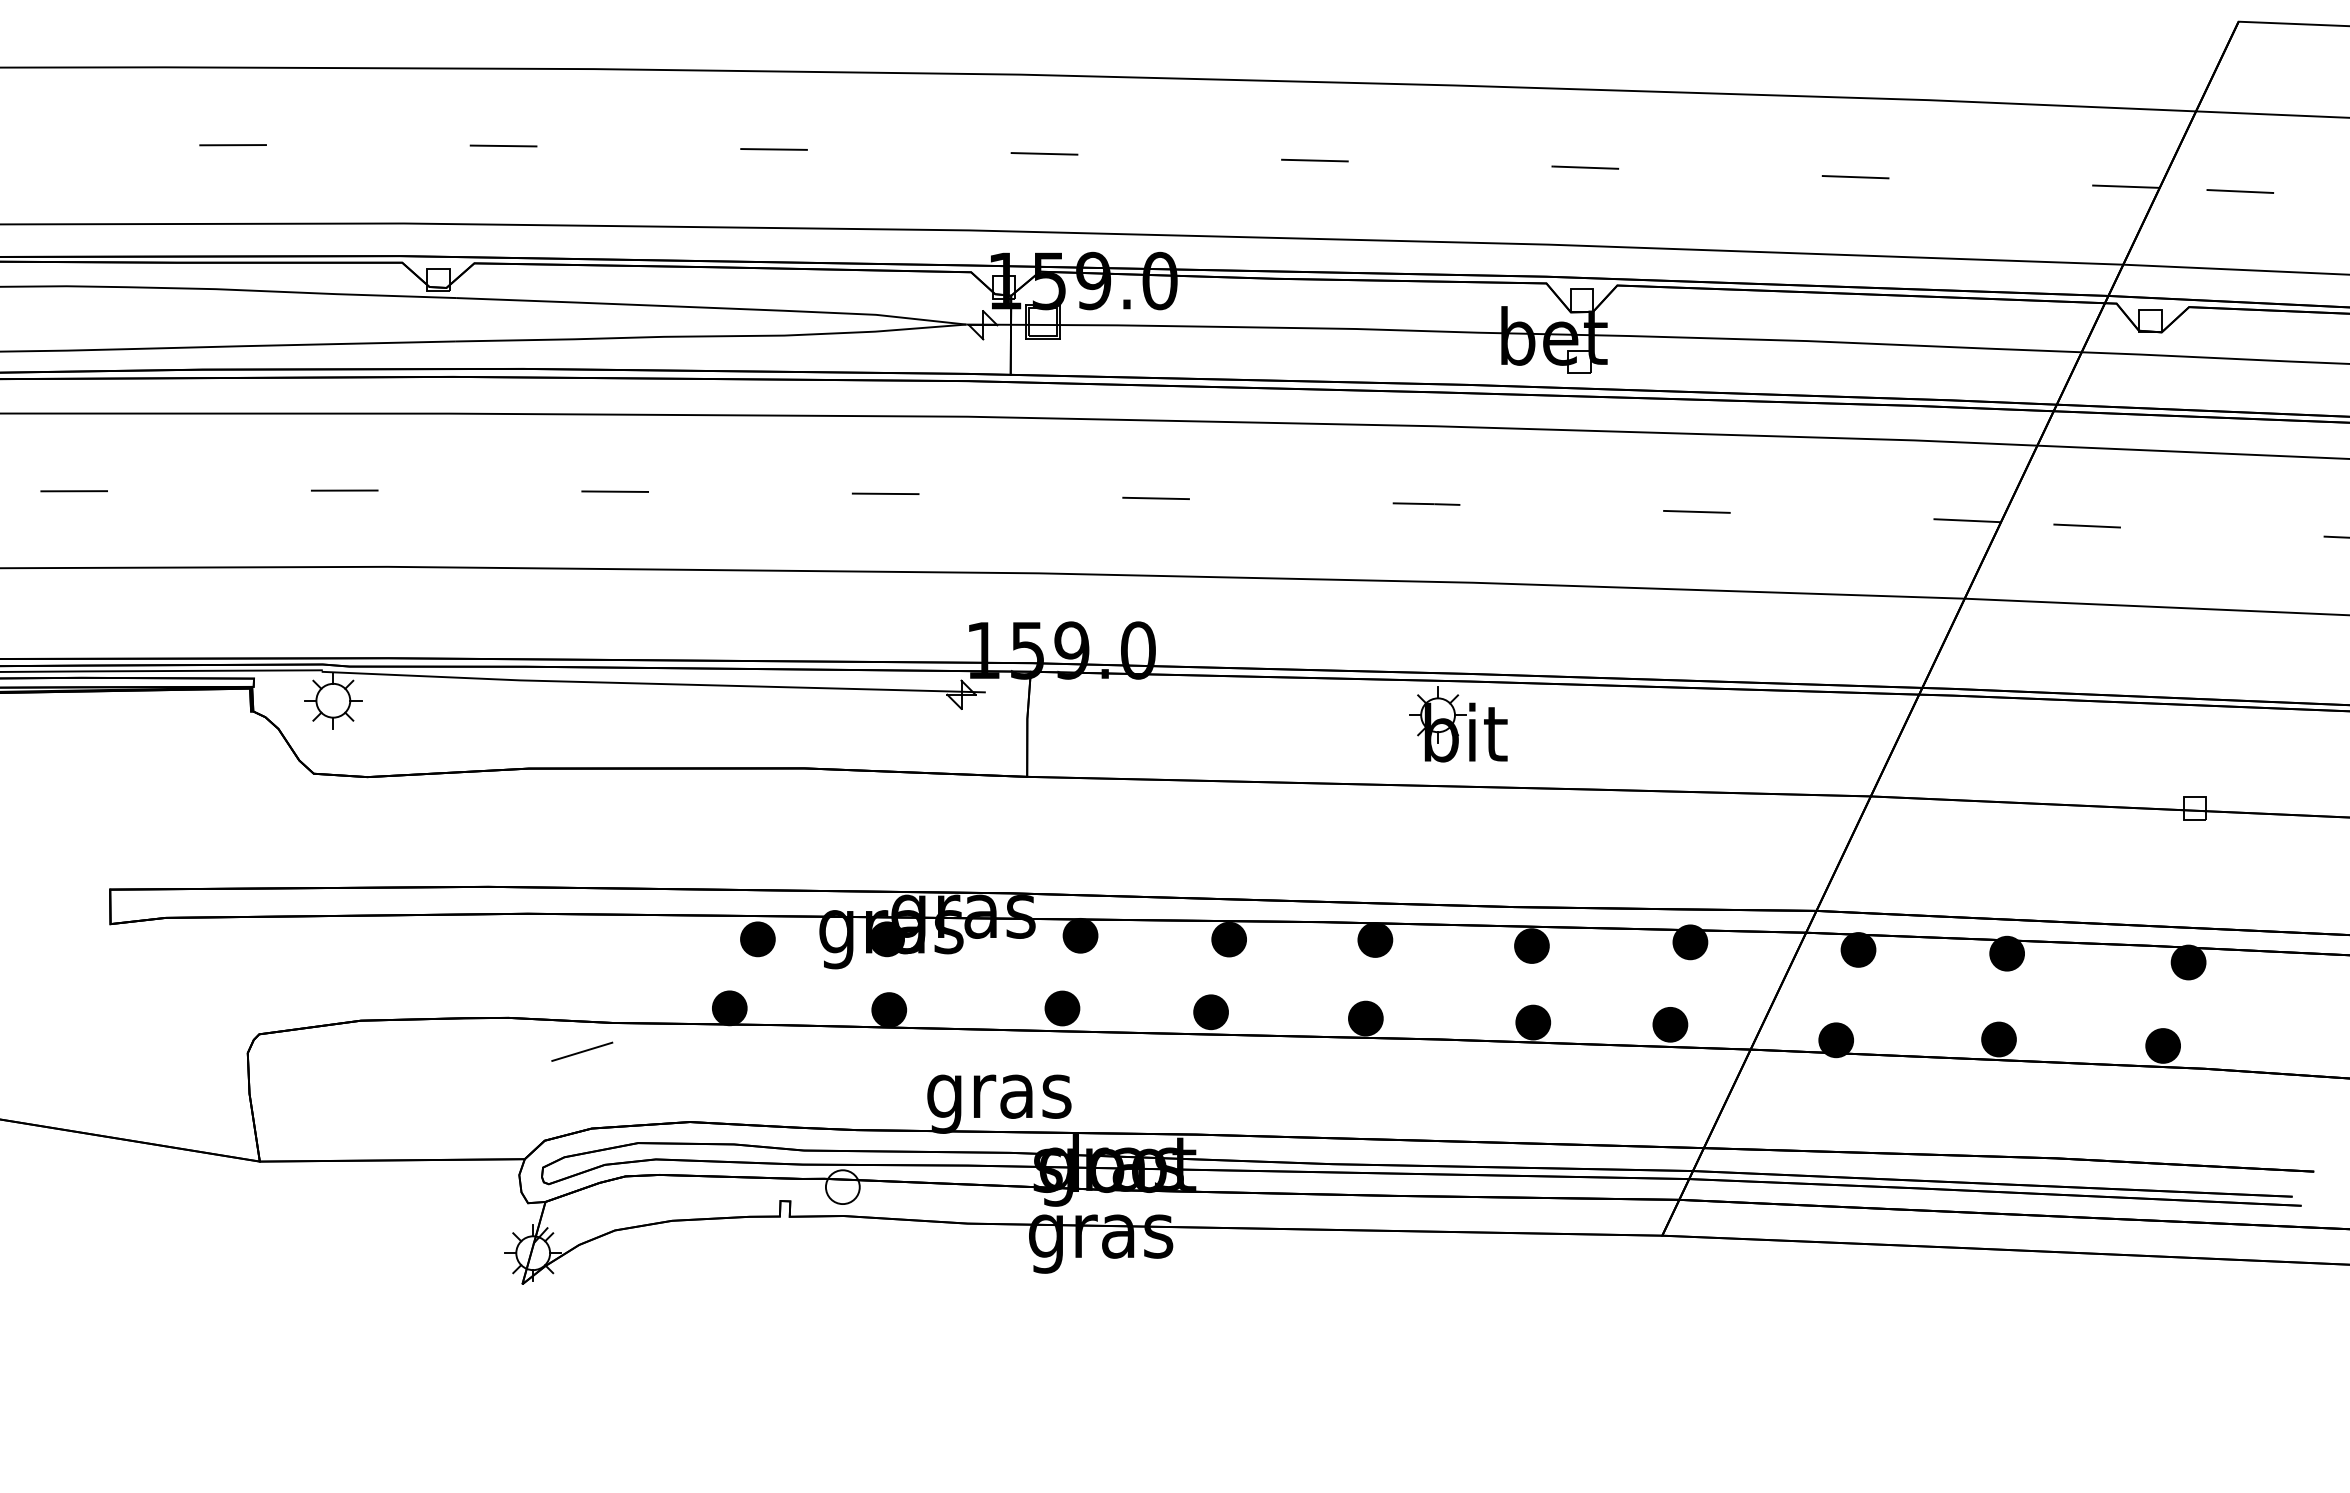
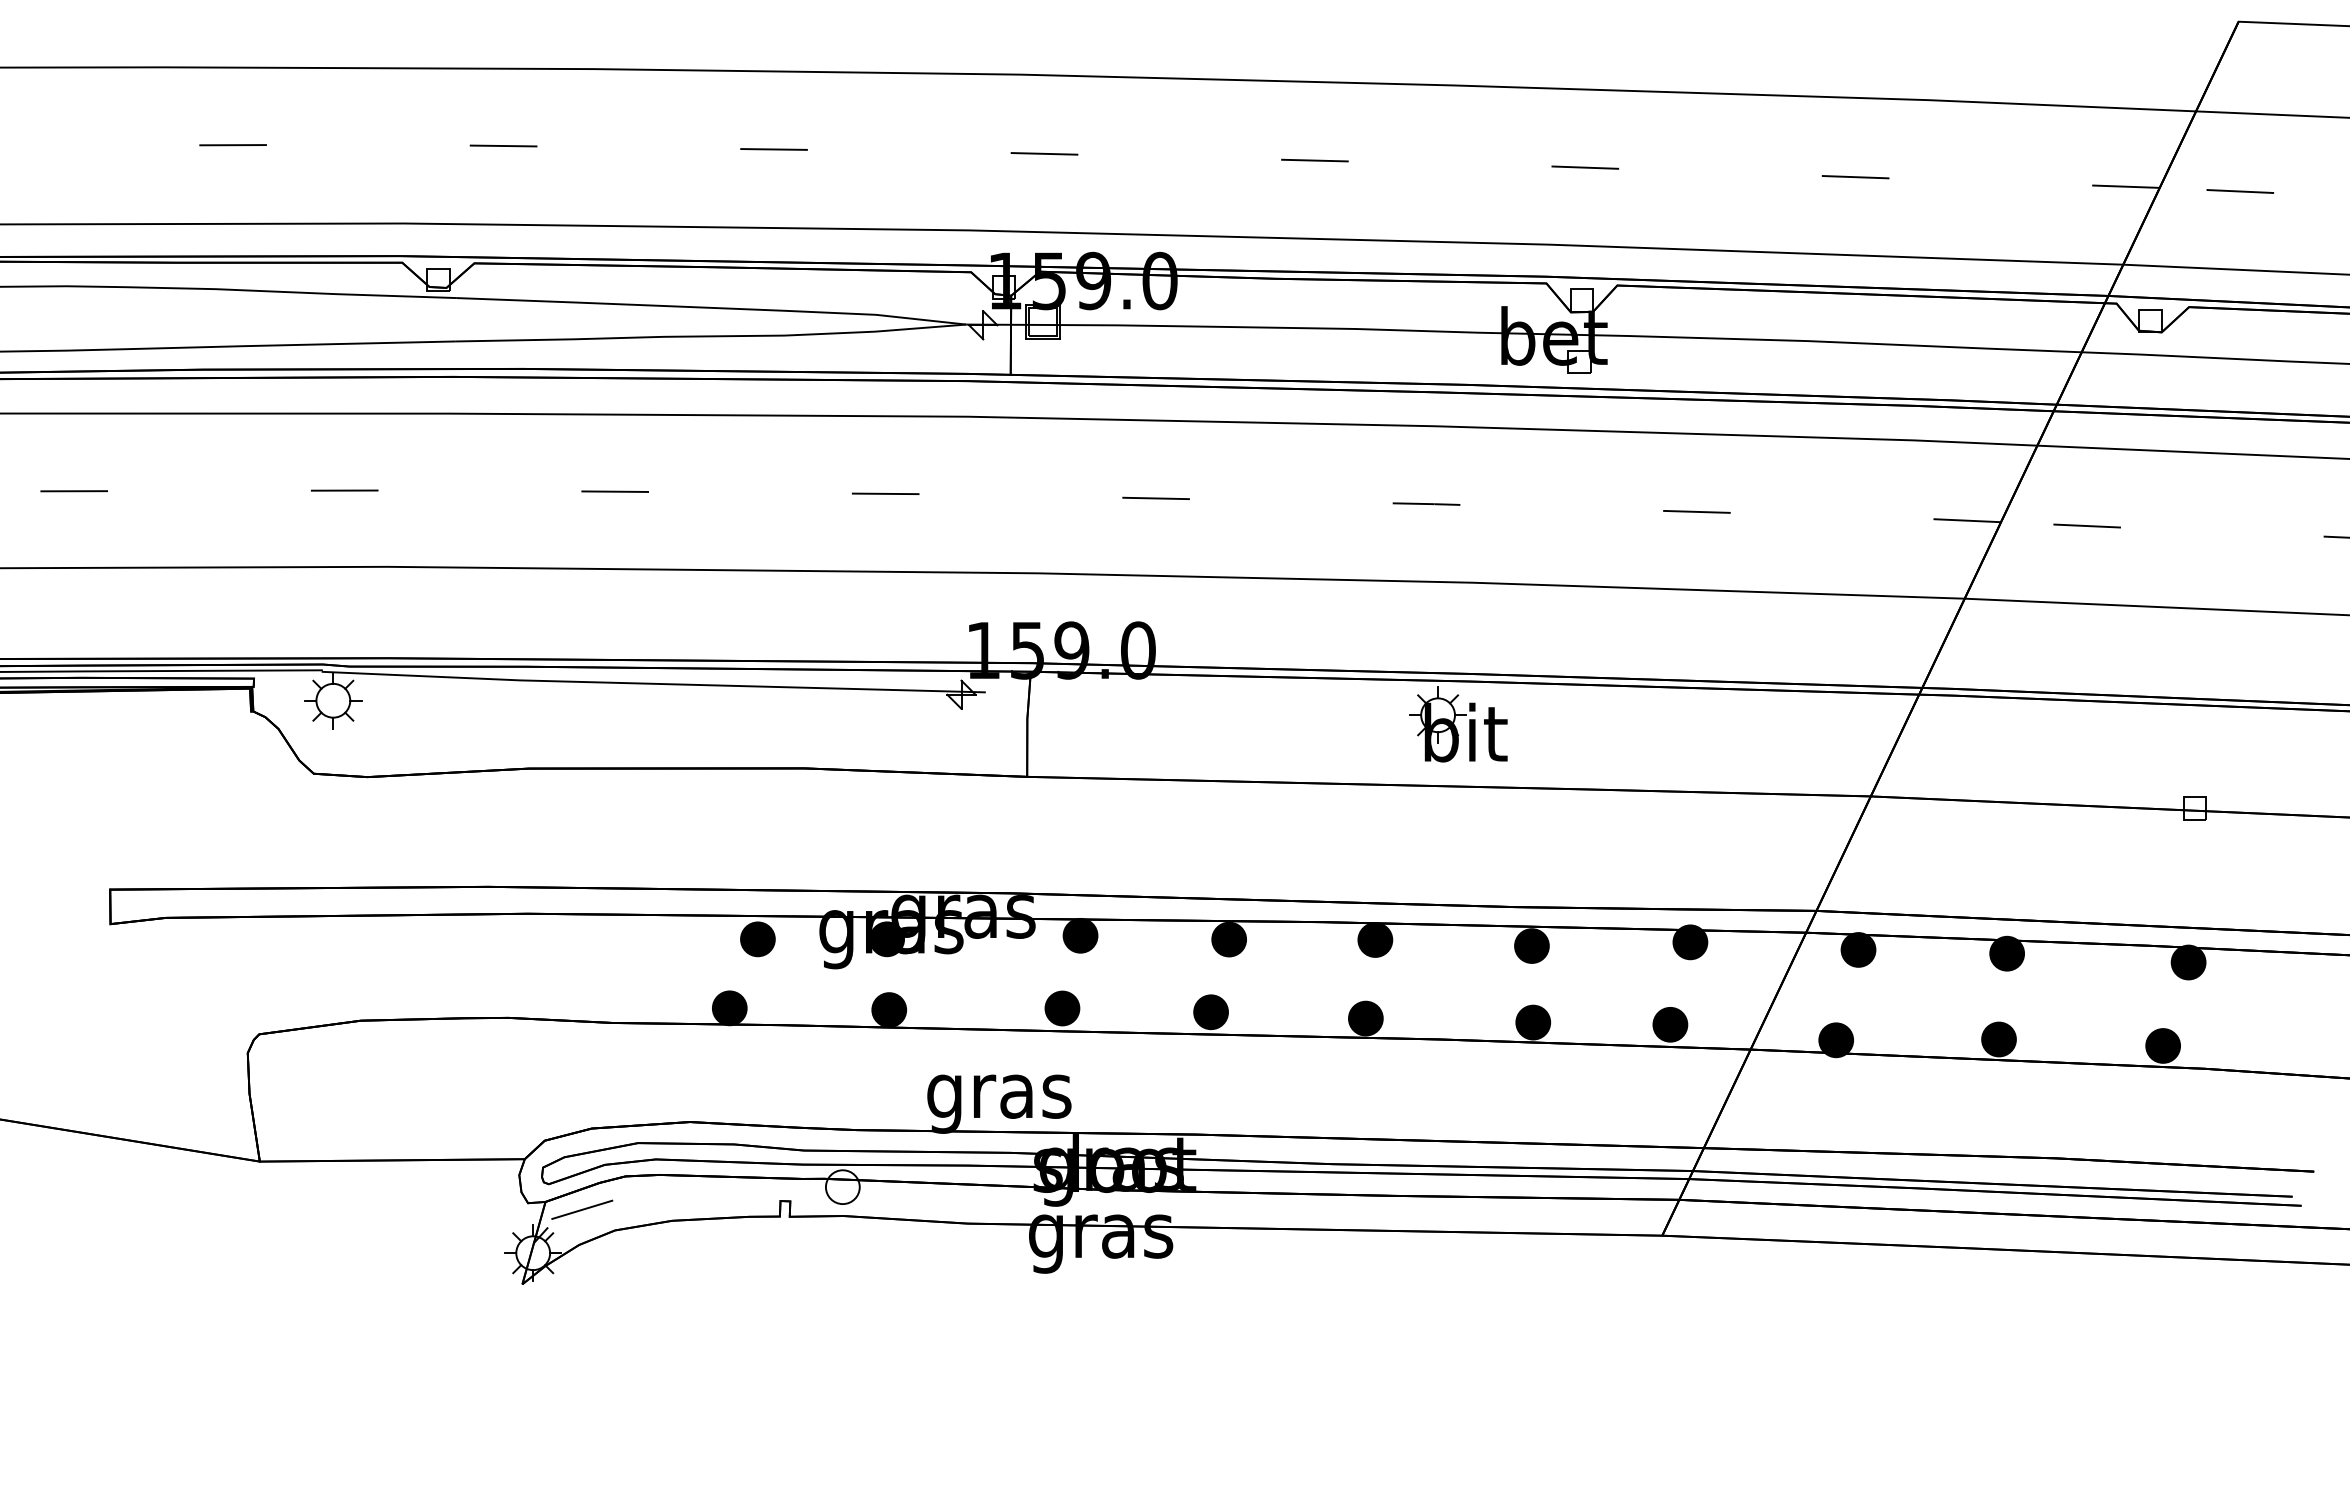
line at (582, 1051) position: (582, 1051) -> (582, 1209)
